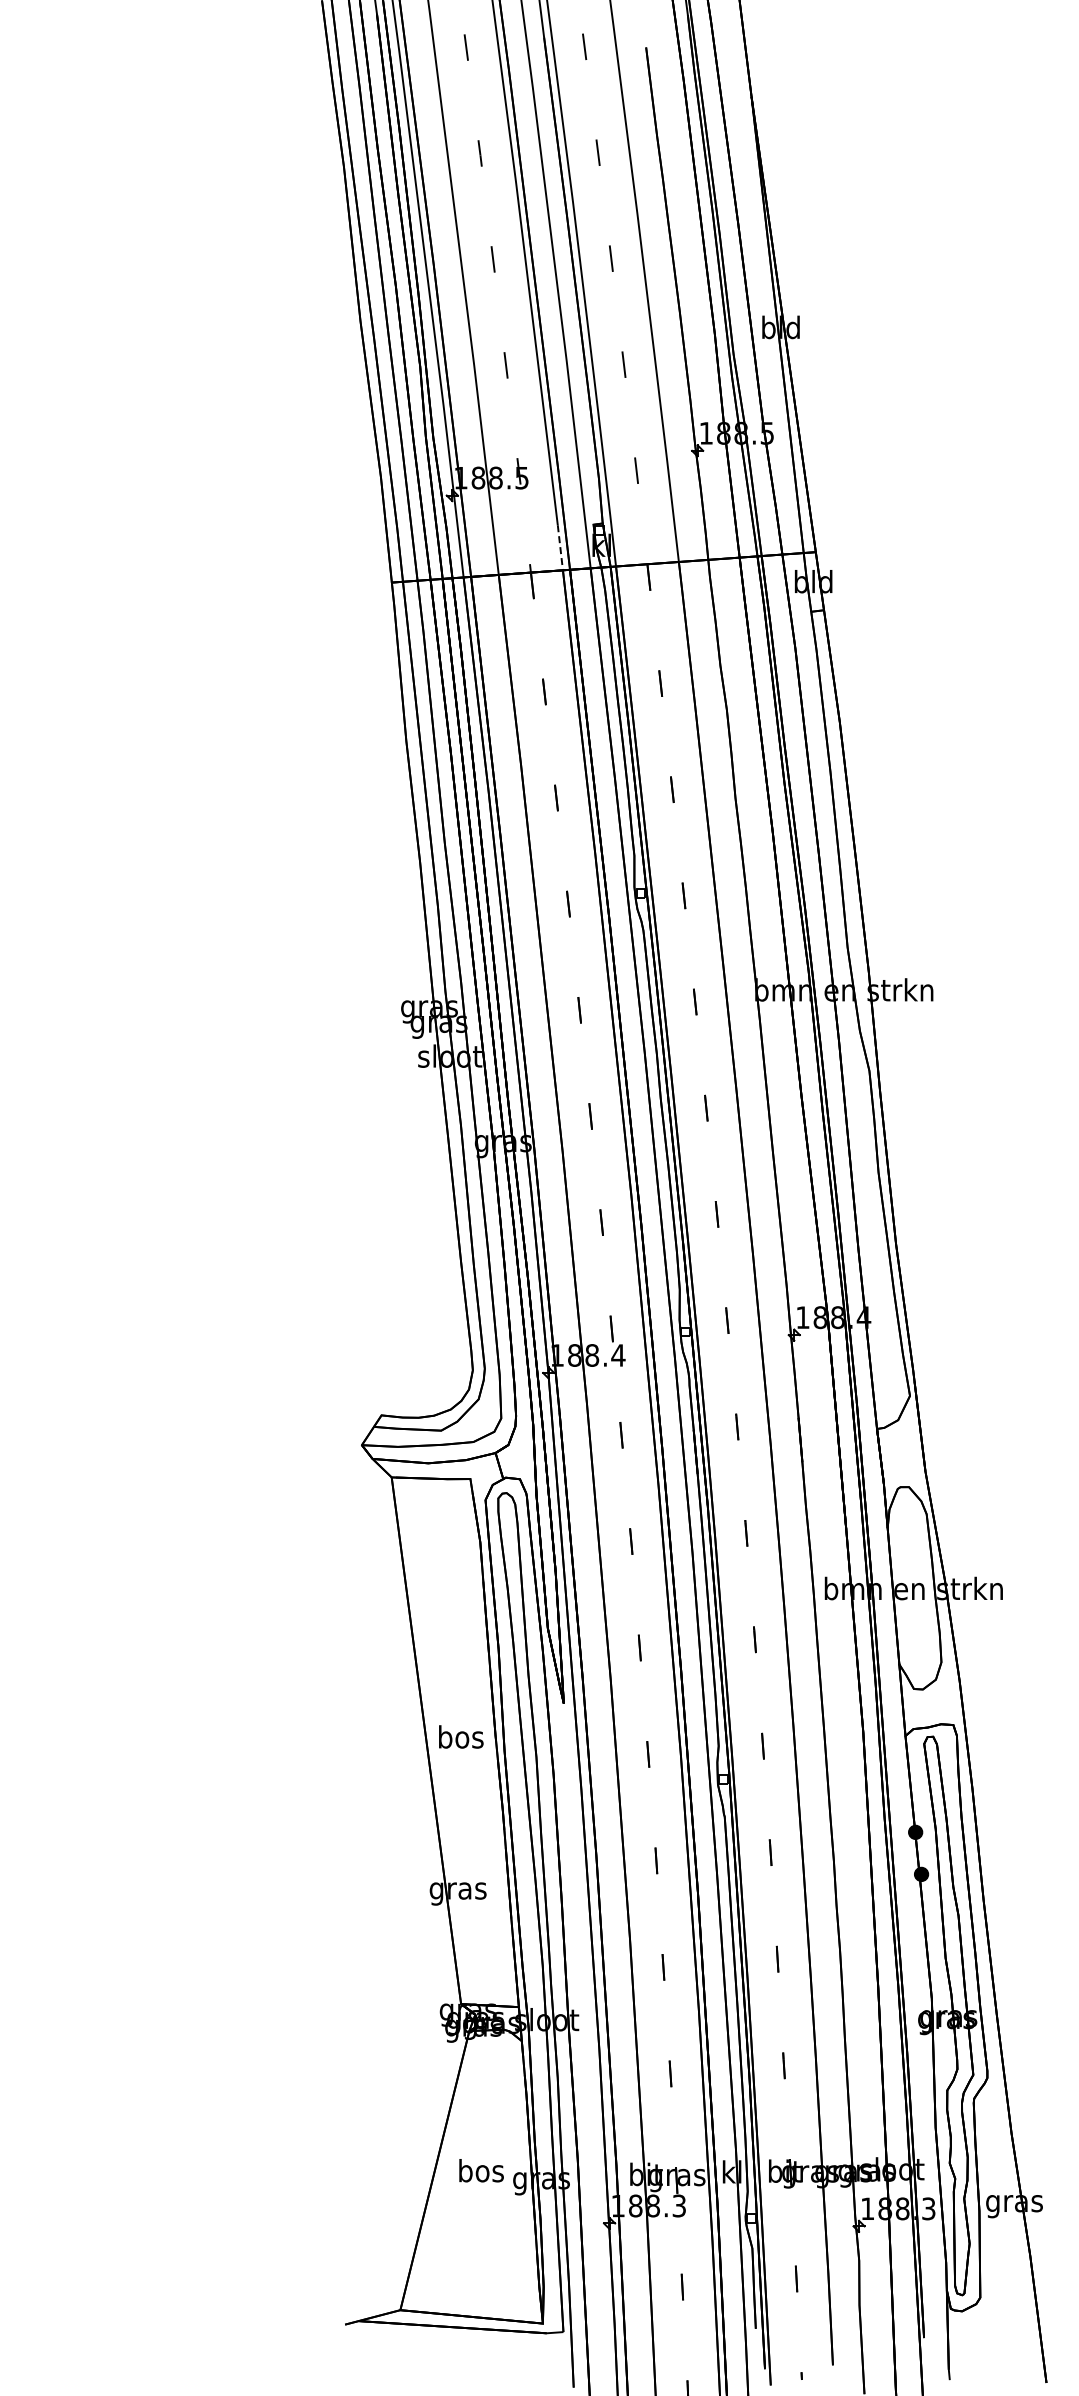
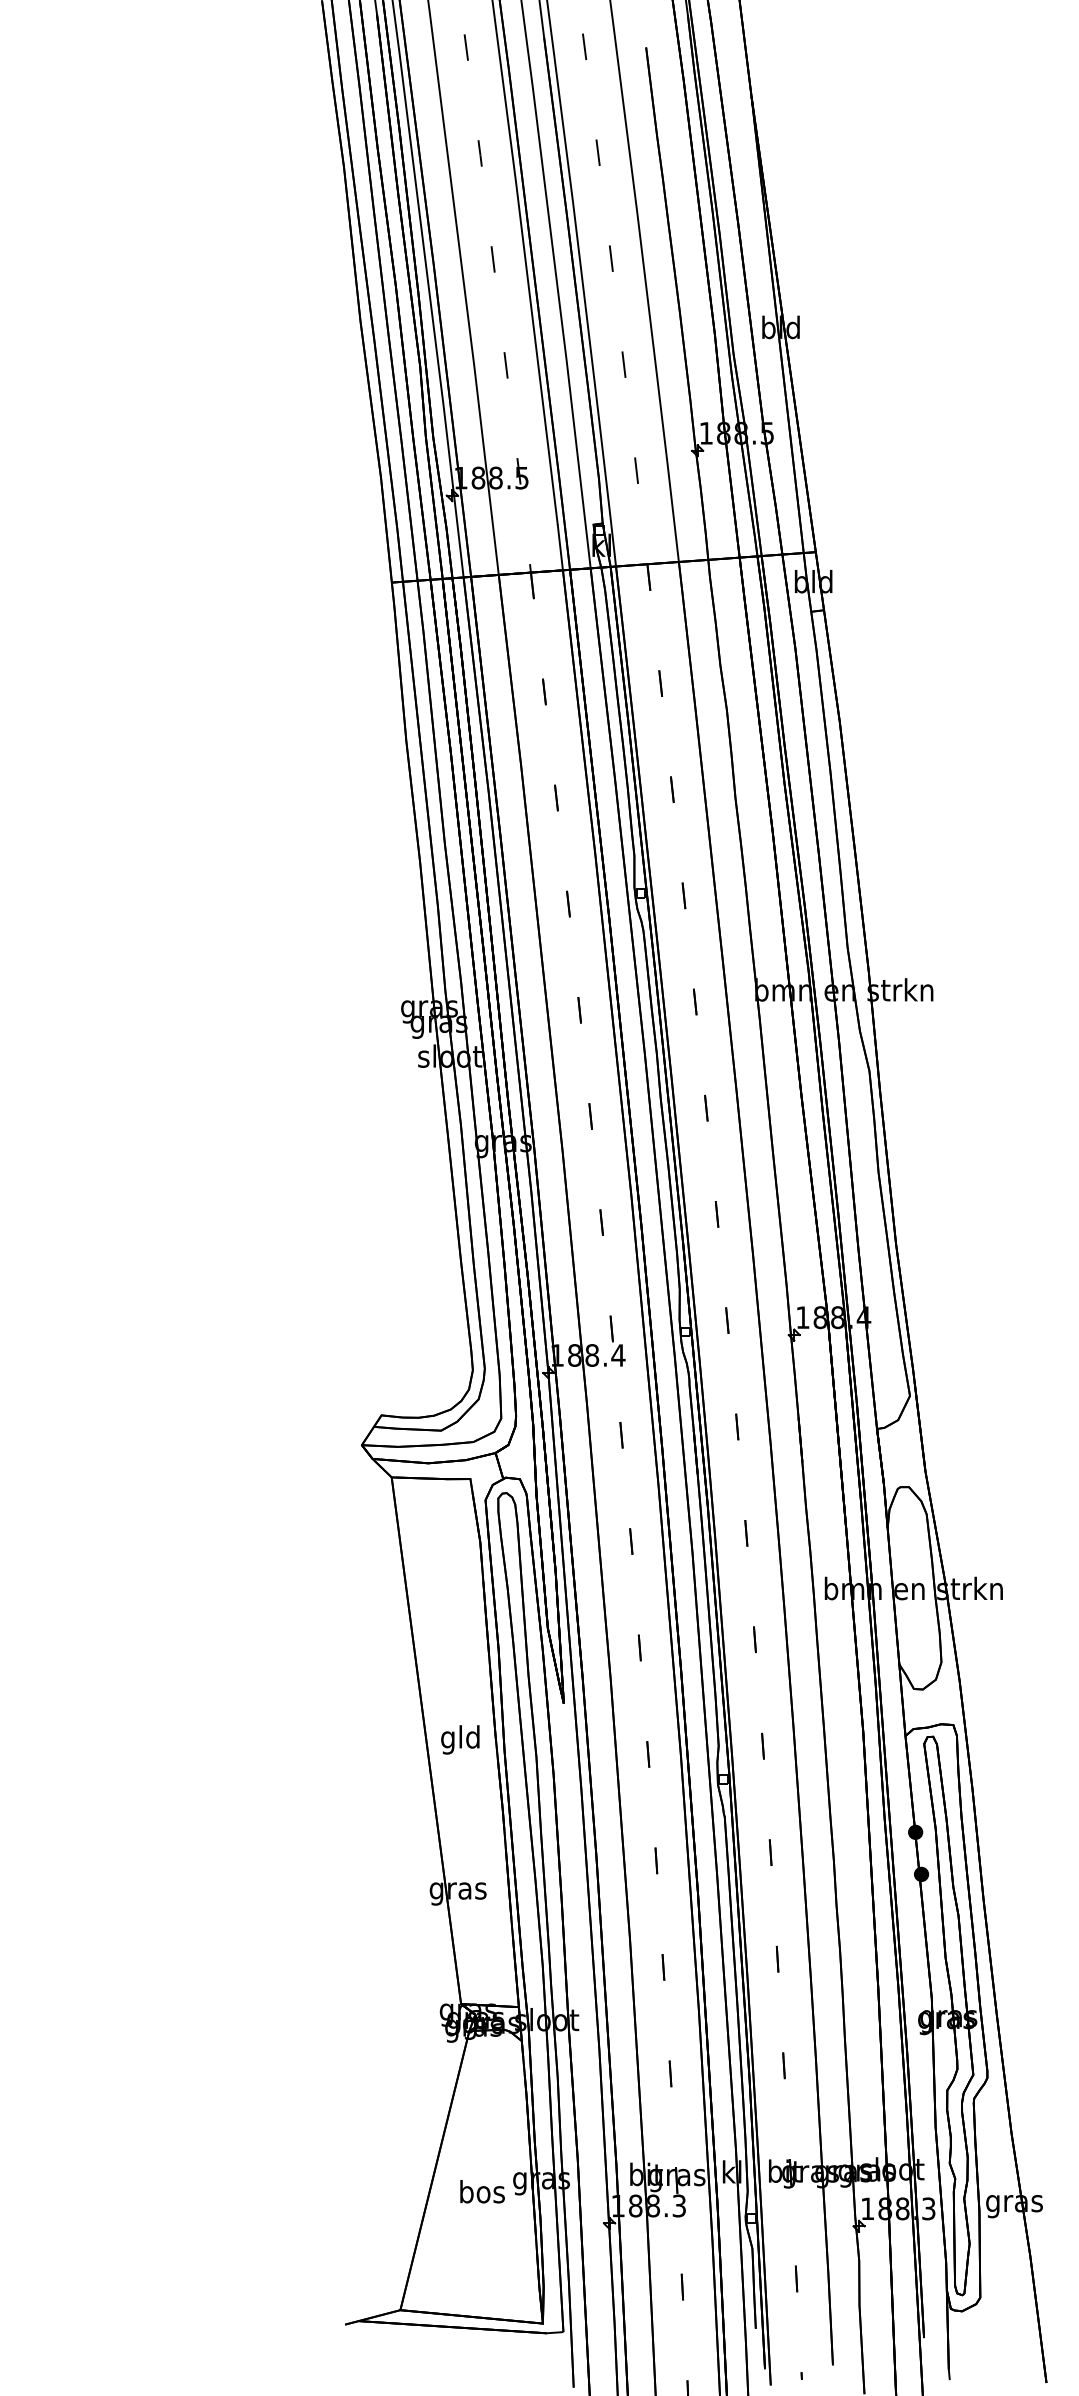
line at (560, 547): dashed -> solid
text at (461, 1739): bos -> gld
text at (481, 2170) position: (481, 2170) -> (482, 2191)
